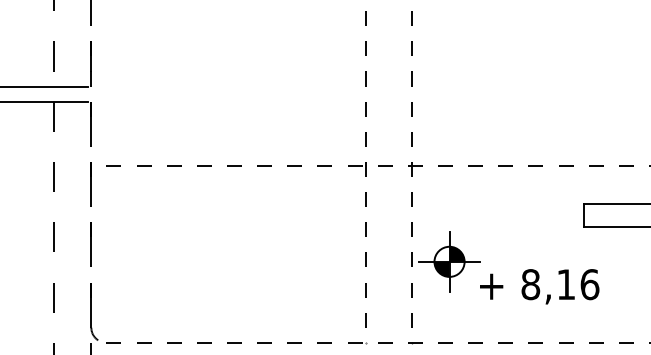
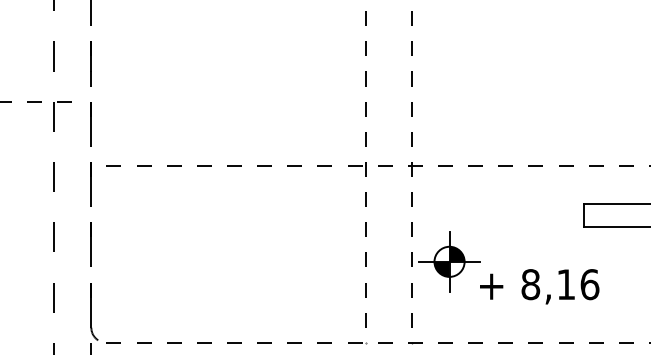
line at (45, 86): present -> none
line at (44, 101): solid -> dashed
